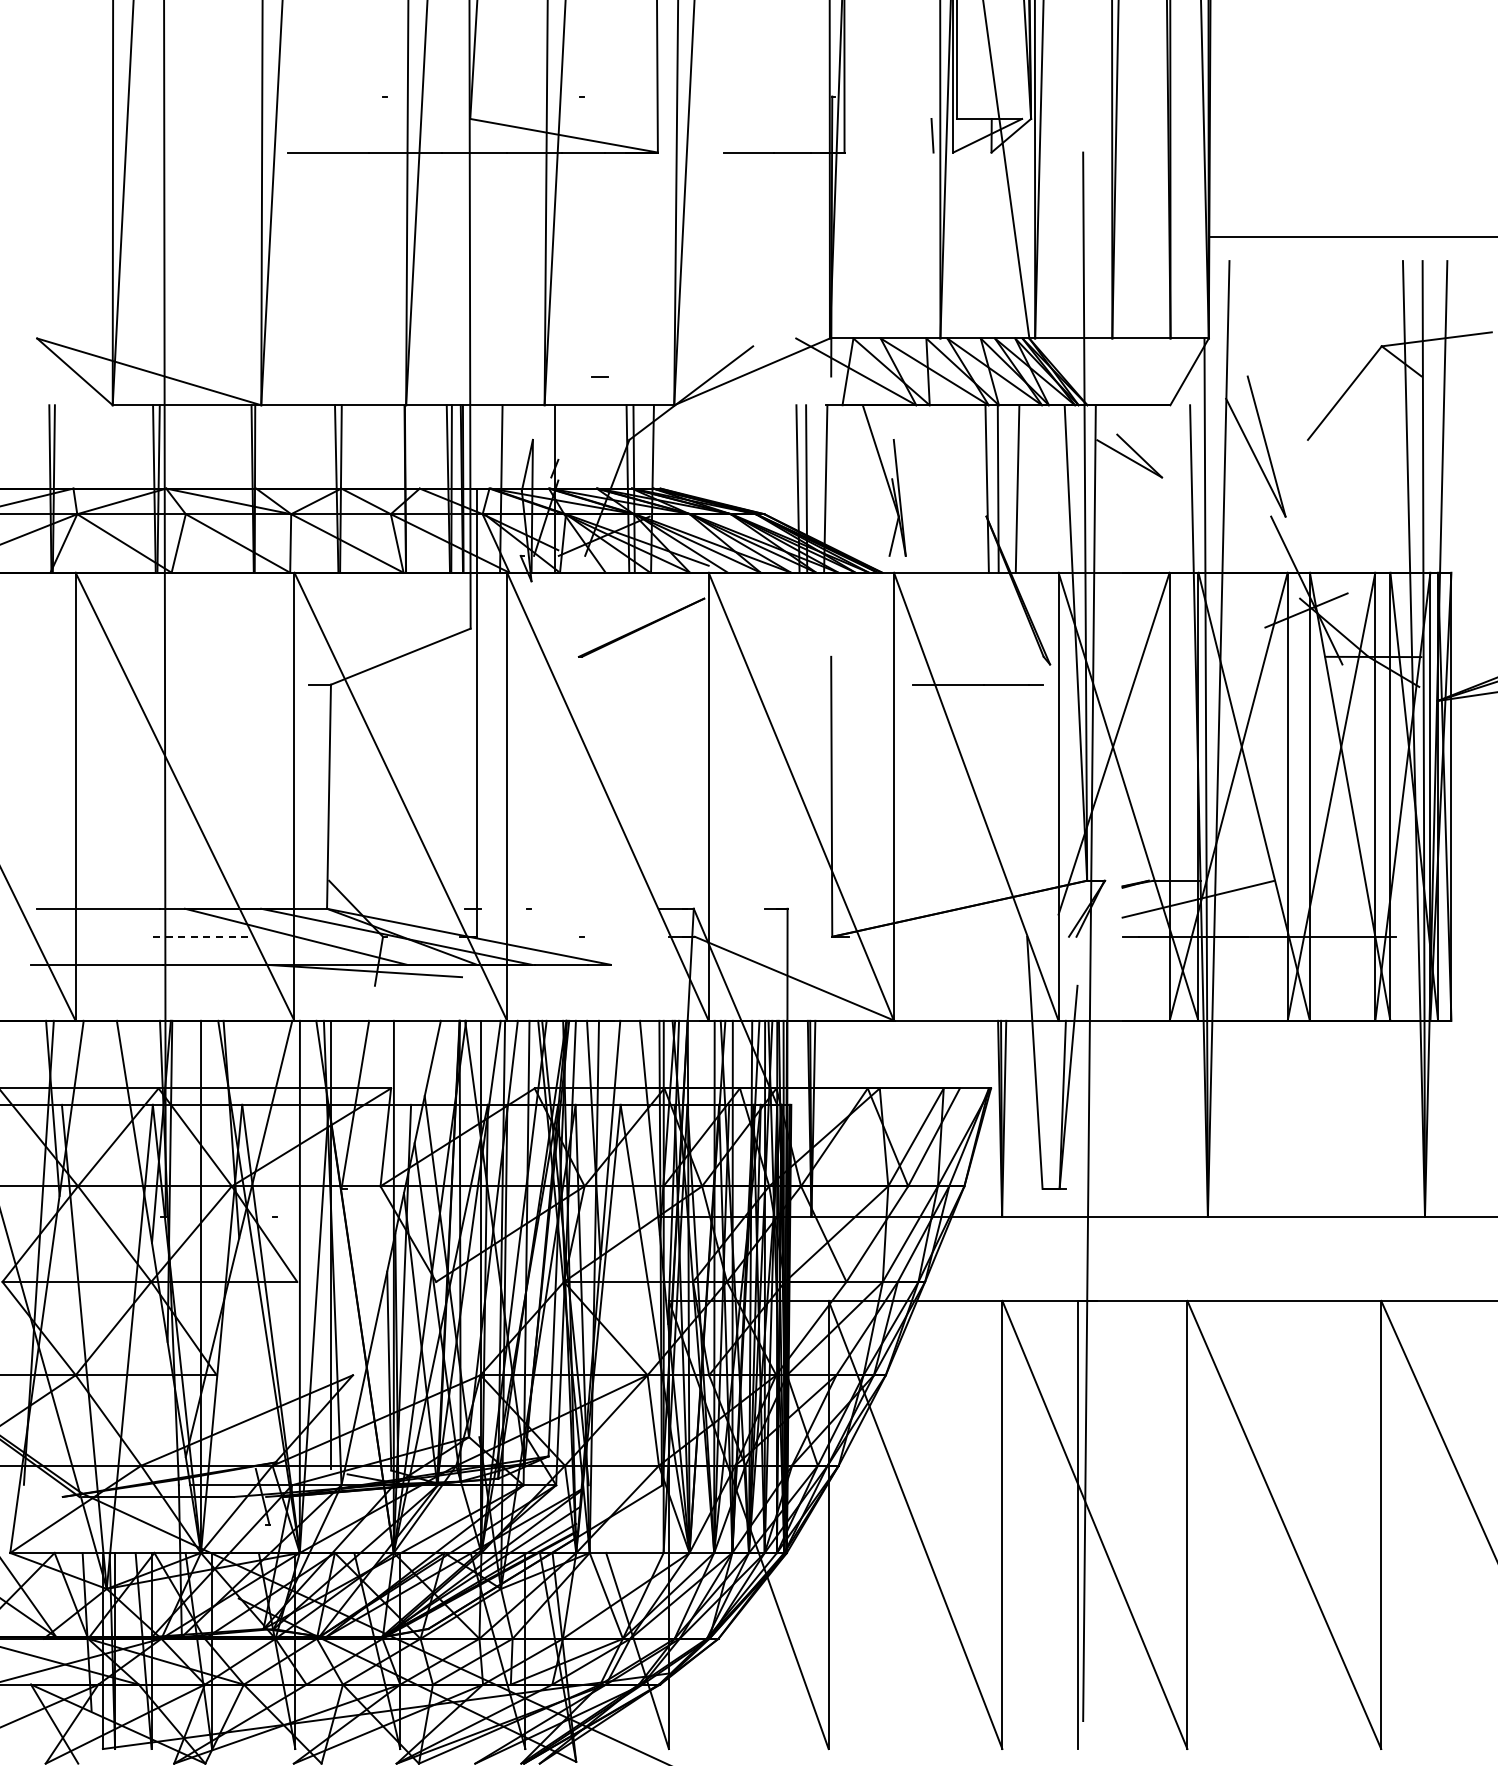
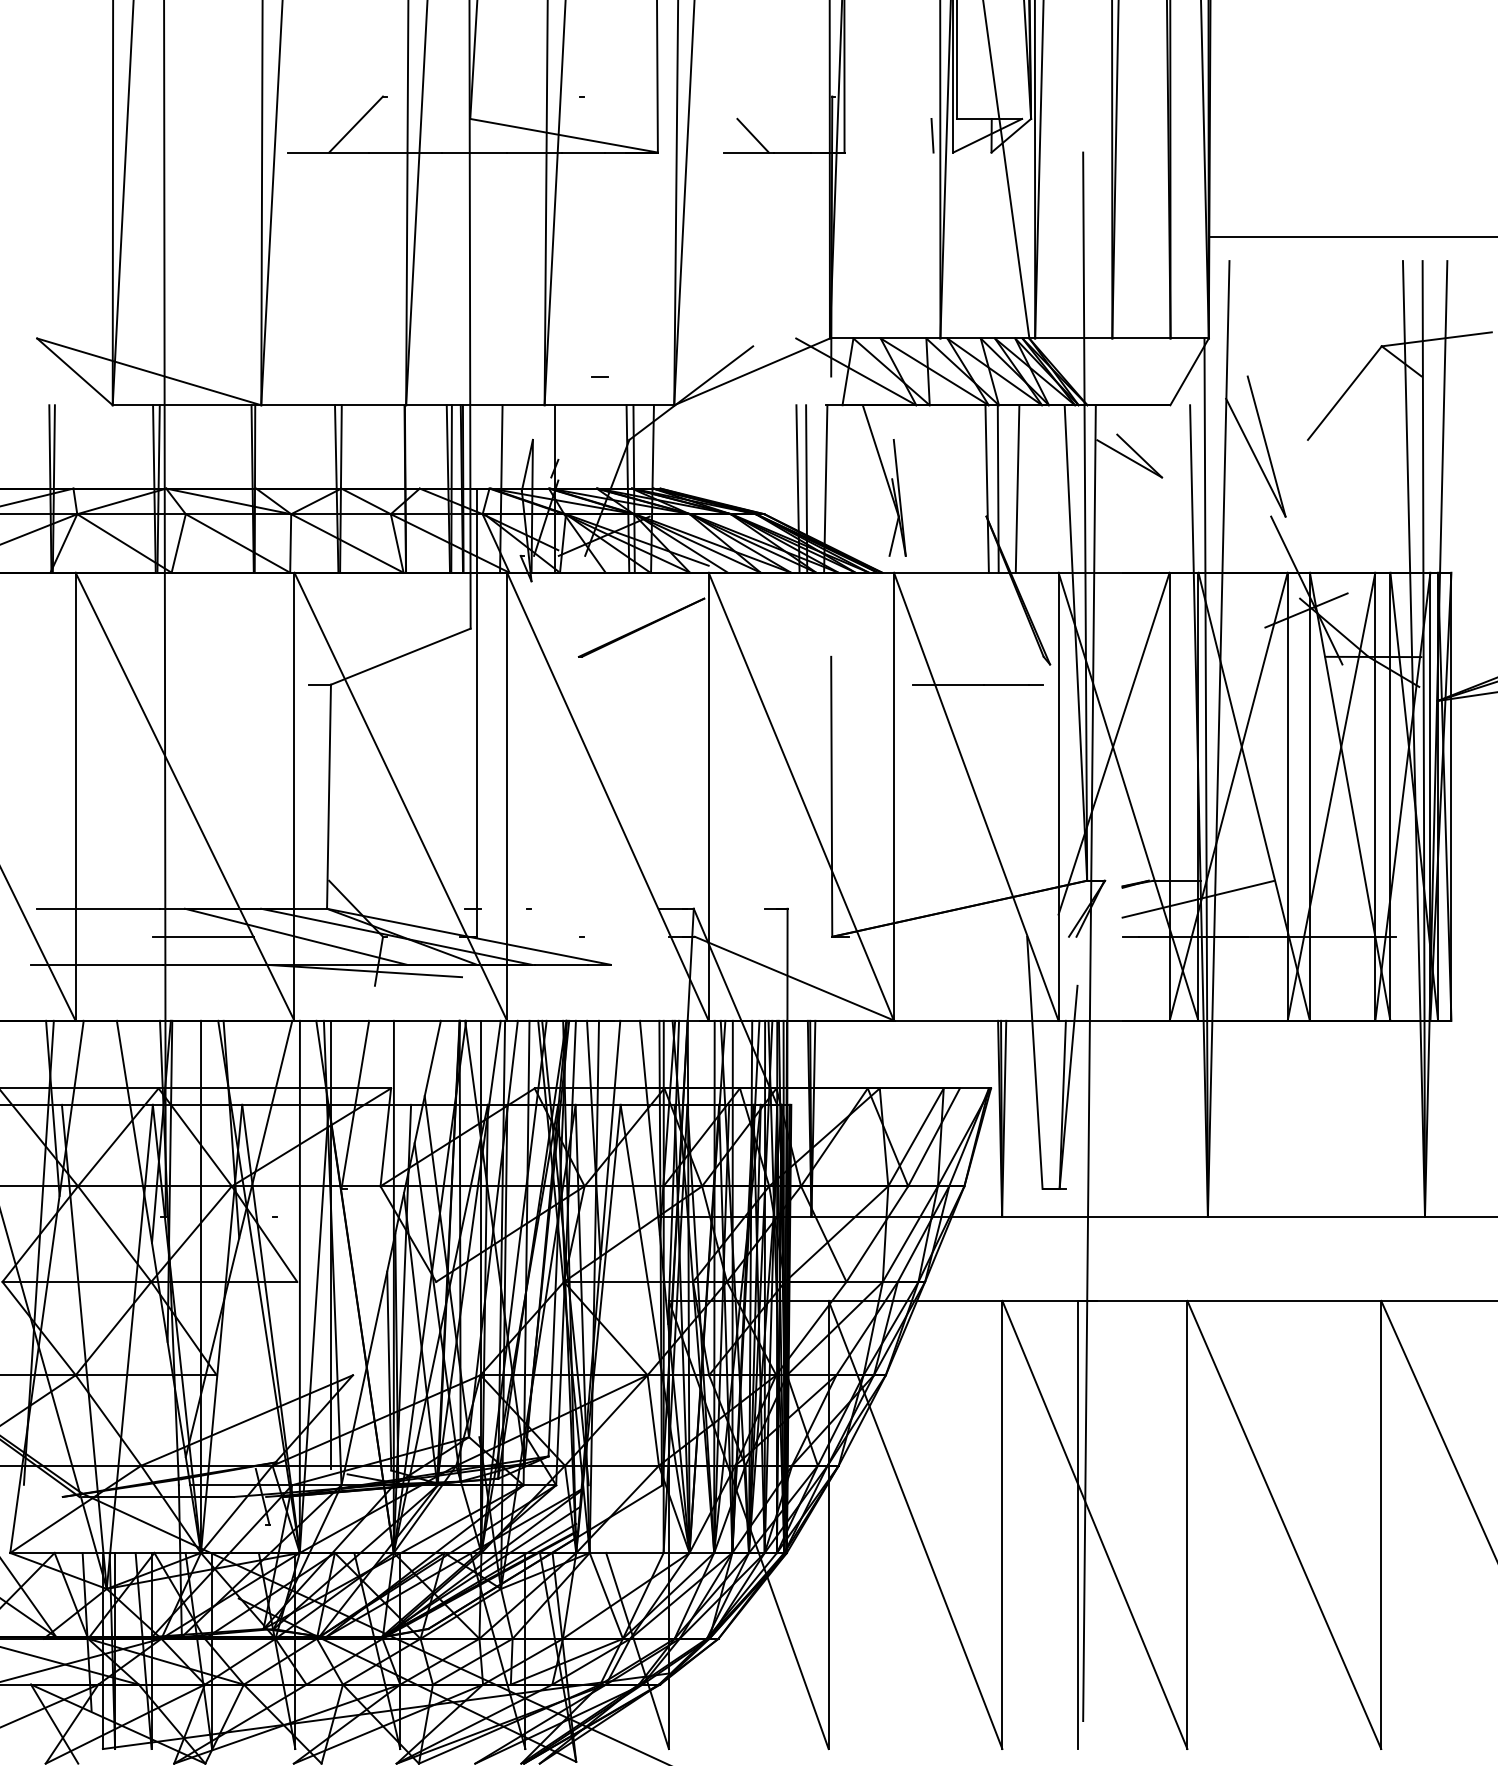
line at (356, 124): none -> present
line at (752, 135): none -> present
line at (203, 936): dashed -> solid
